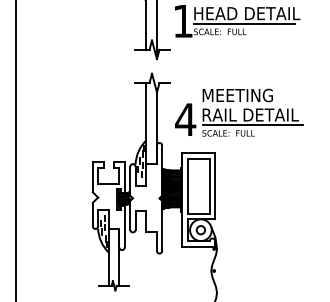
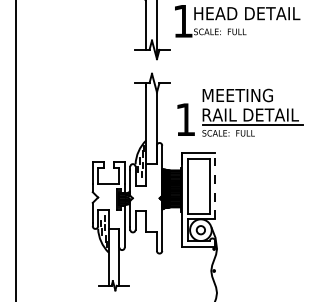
line at (244, 24): present -> none
text at (185, 119): 4 -> 1
line at (215, 186): solid -> dashed
